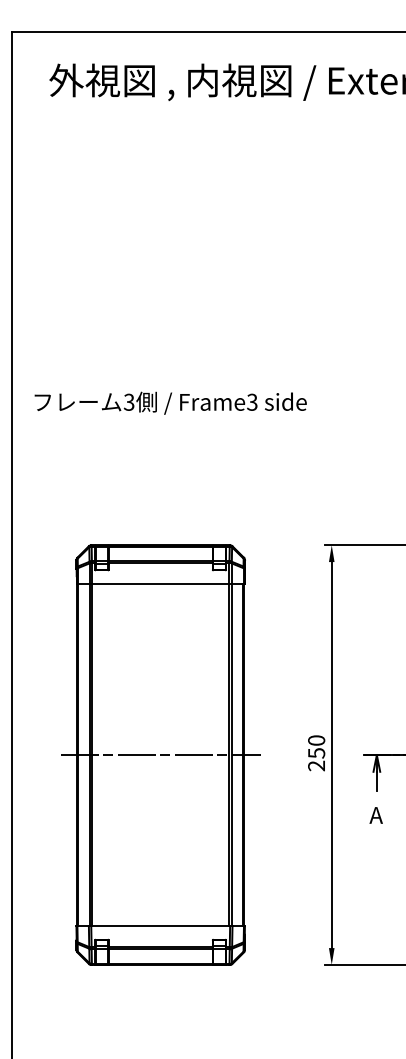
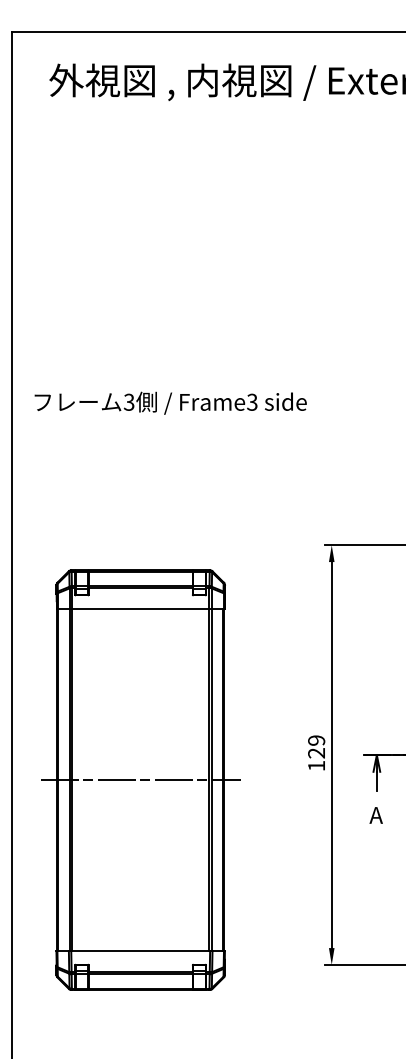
text at (316, 753): 250 -> 129
part at (160, 754) position: (160, 754) -> (140, 779)
